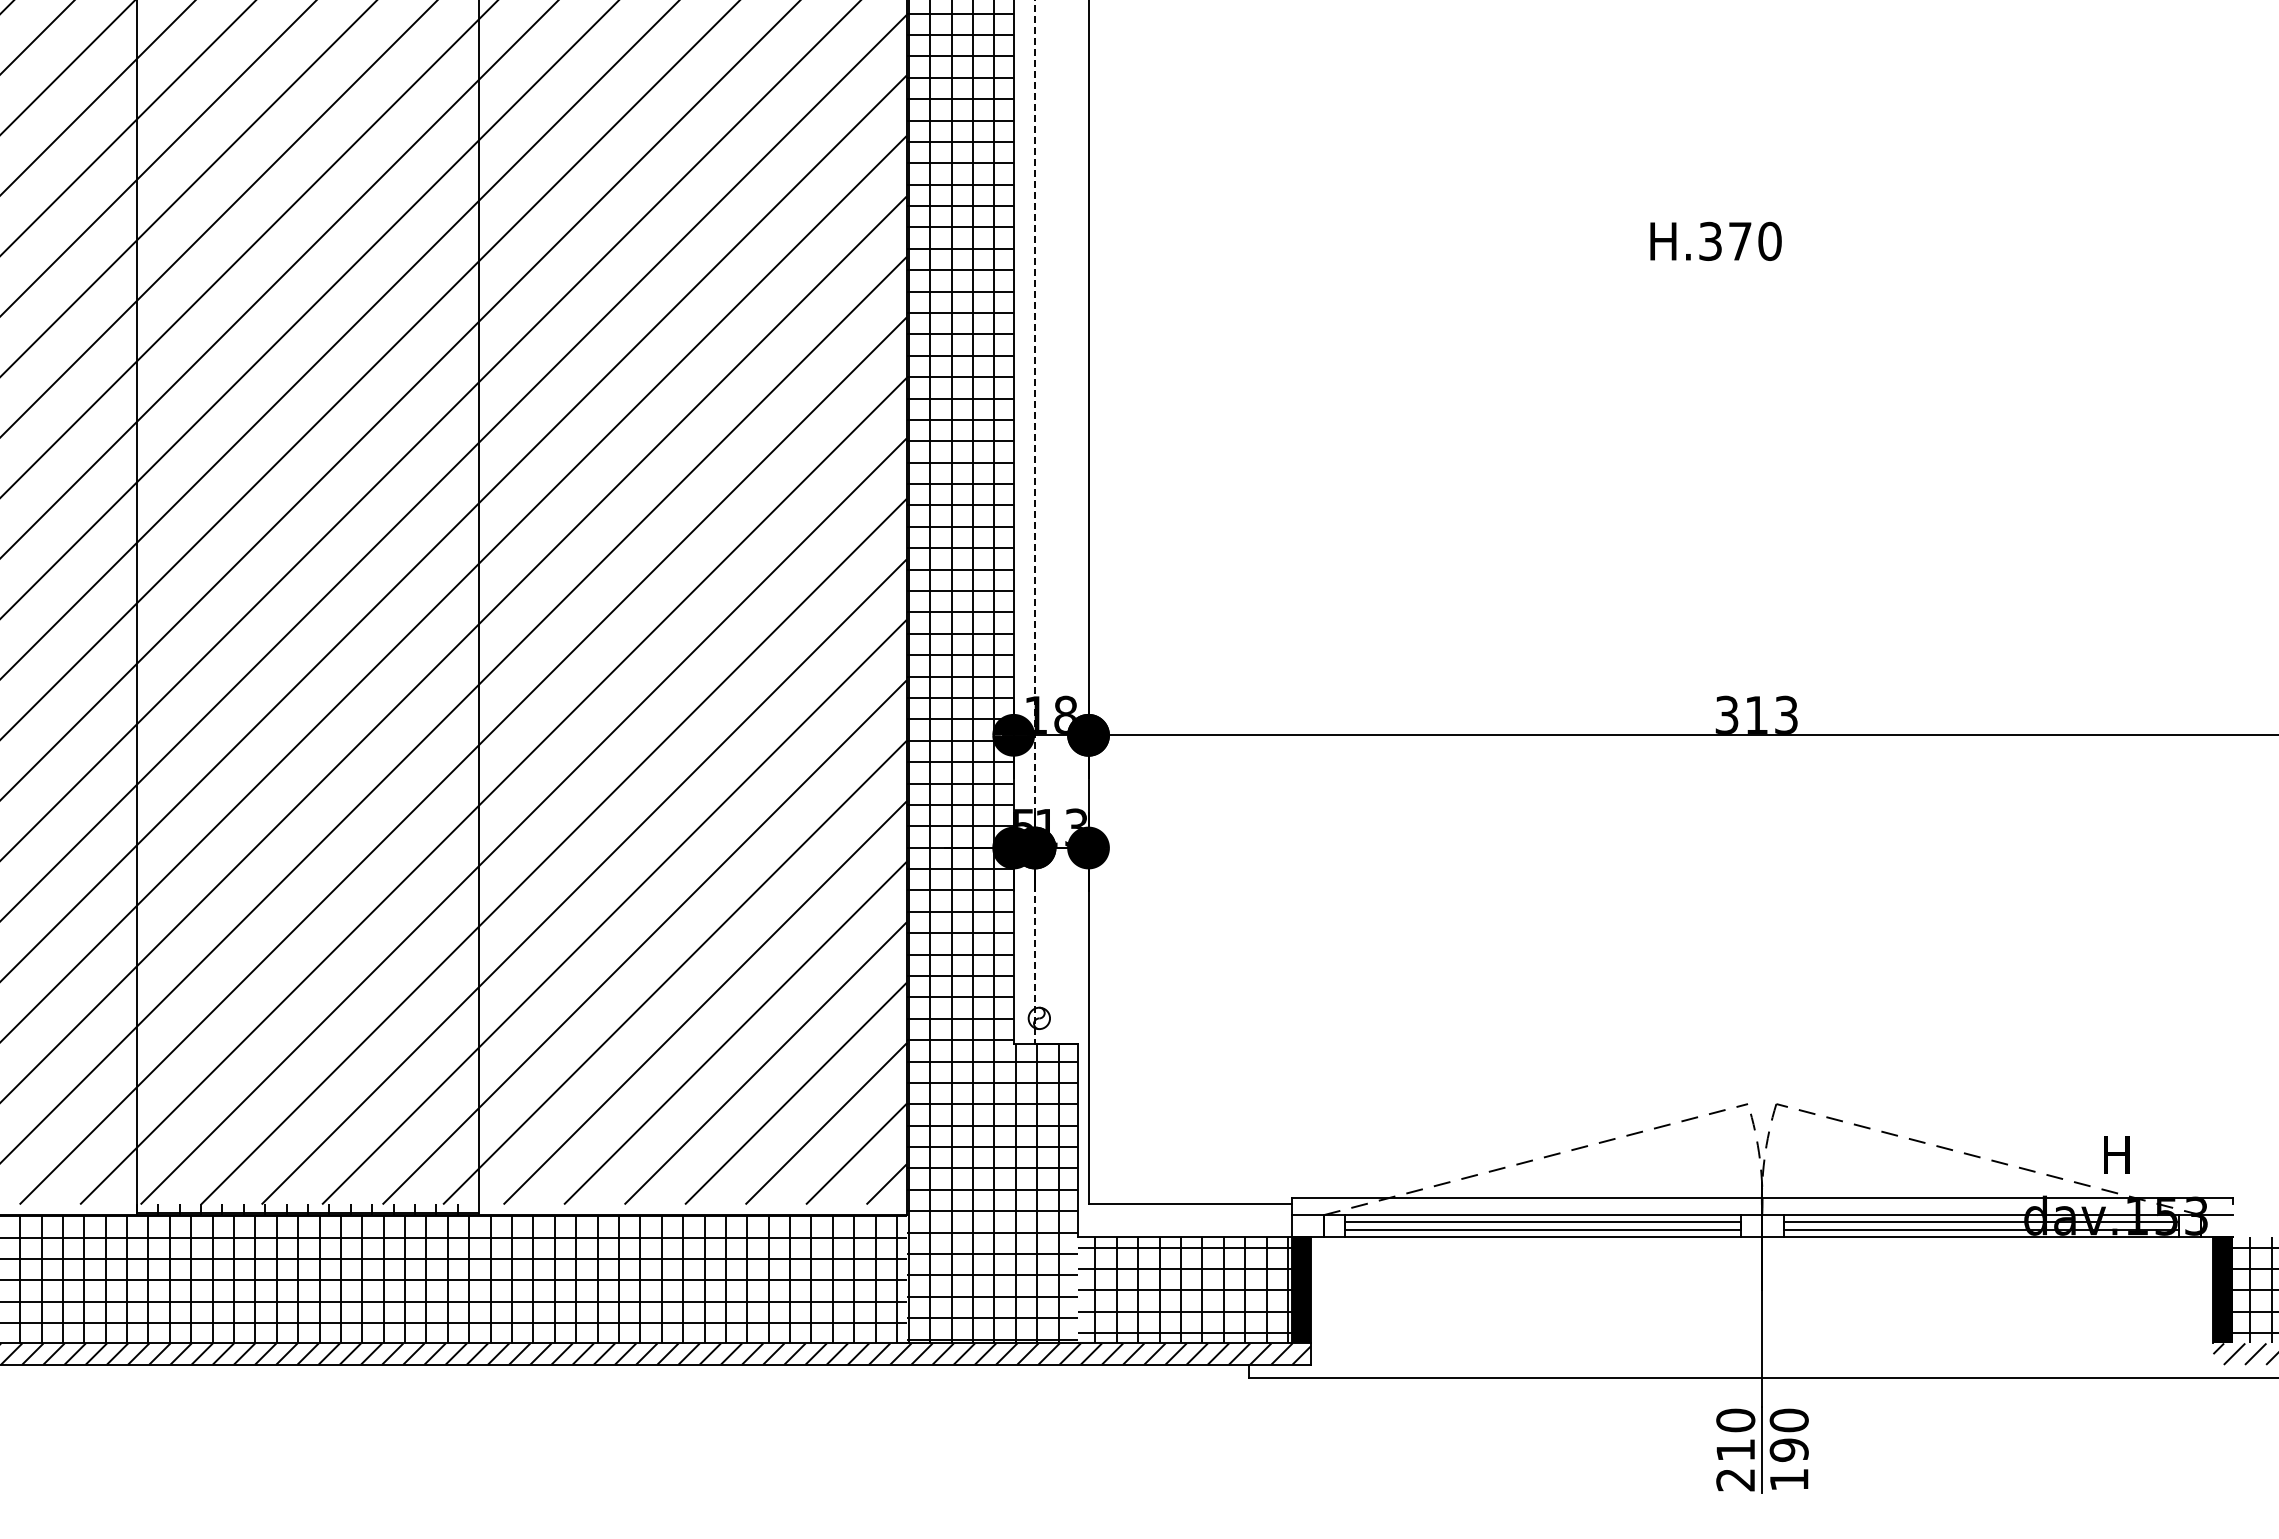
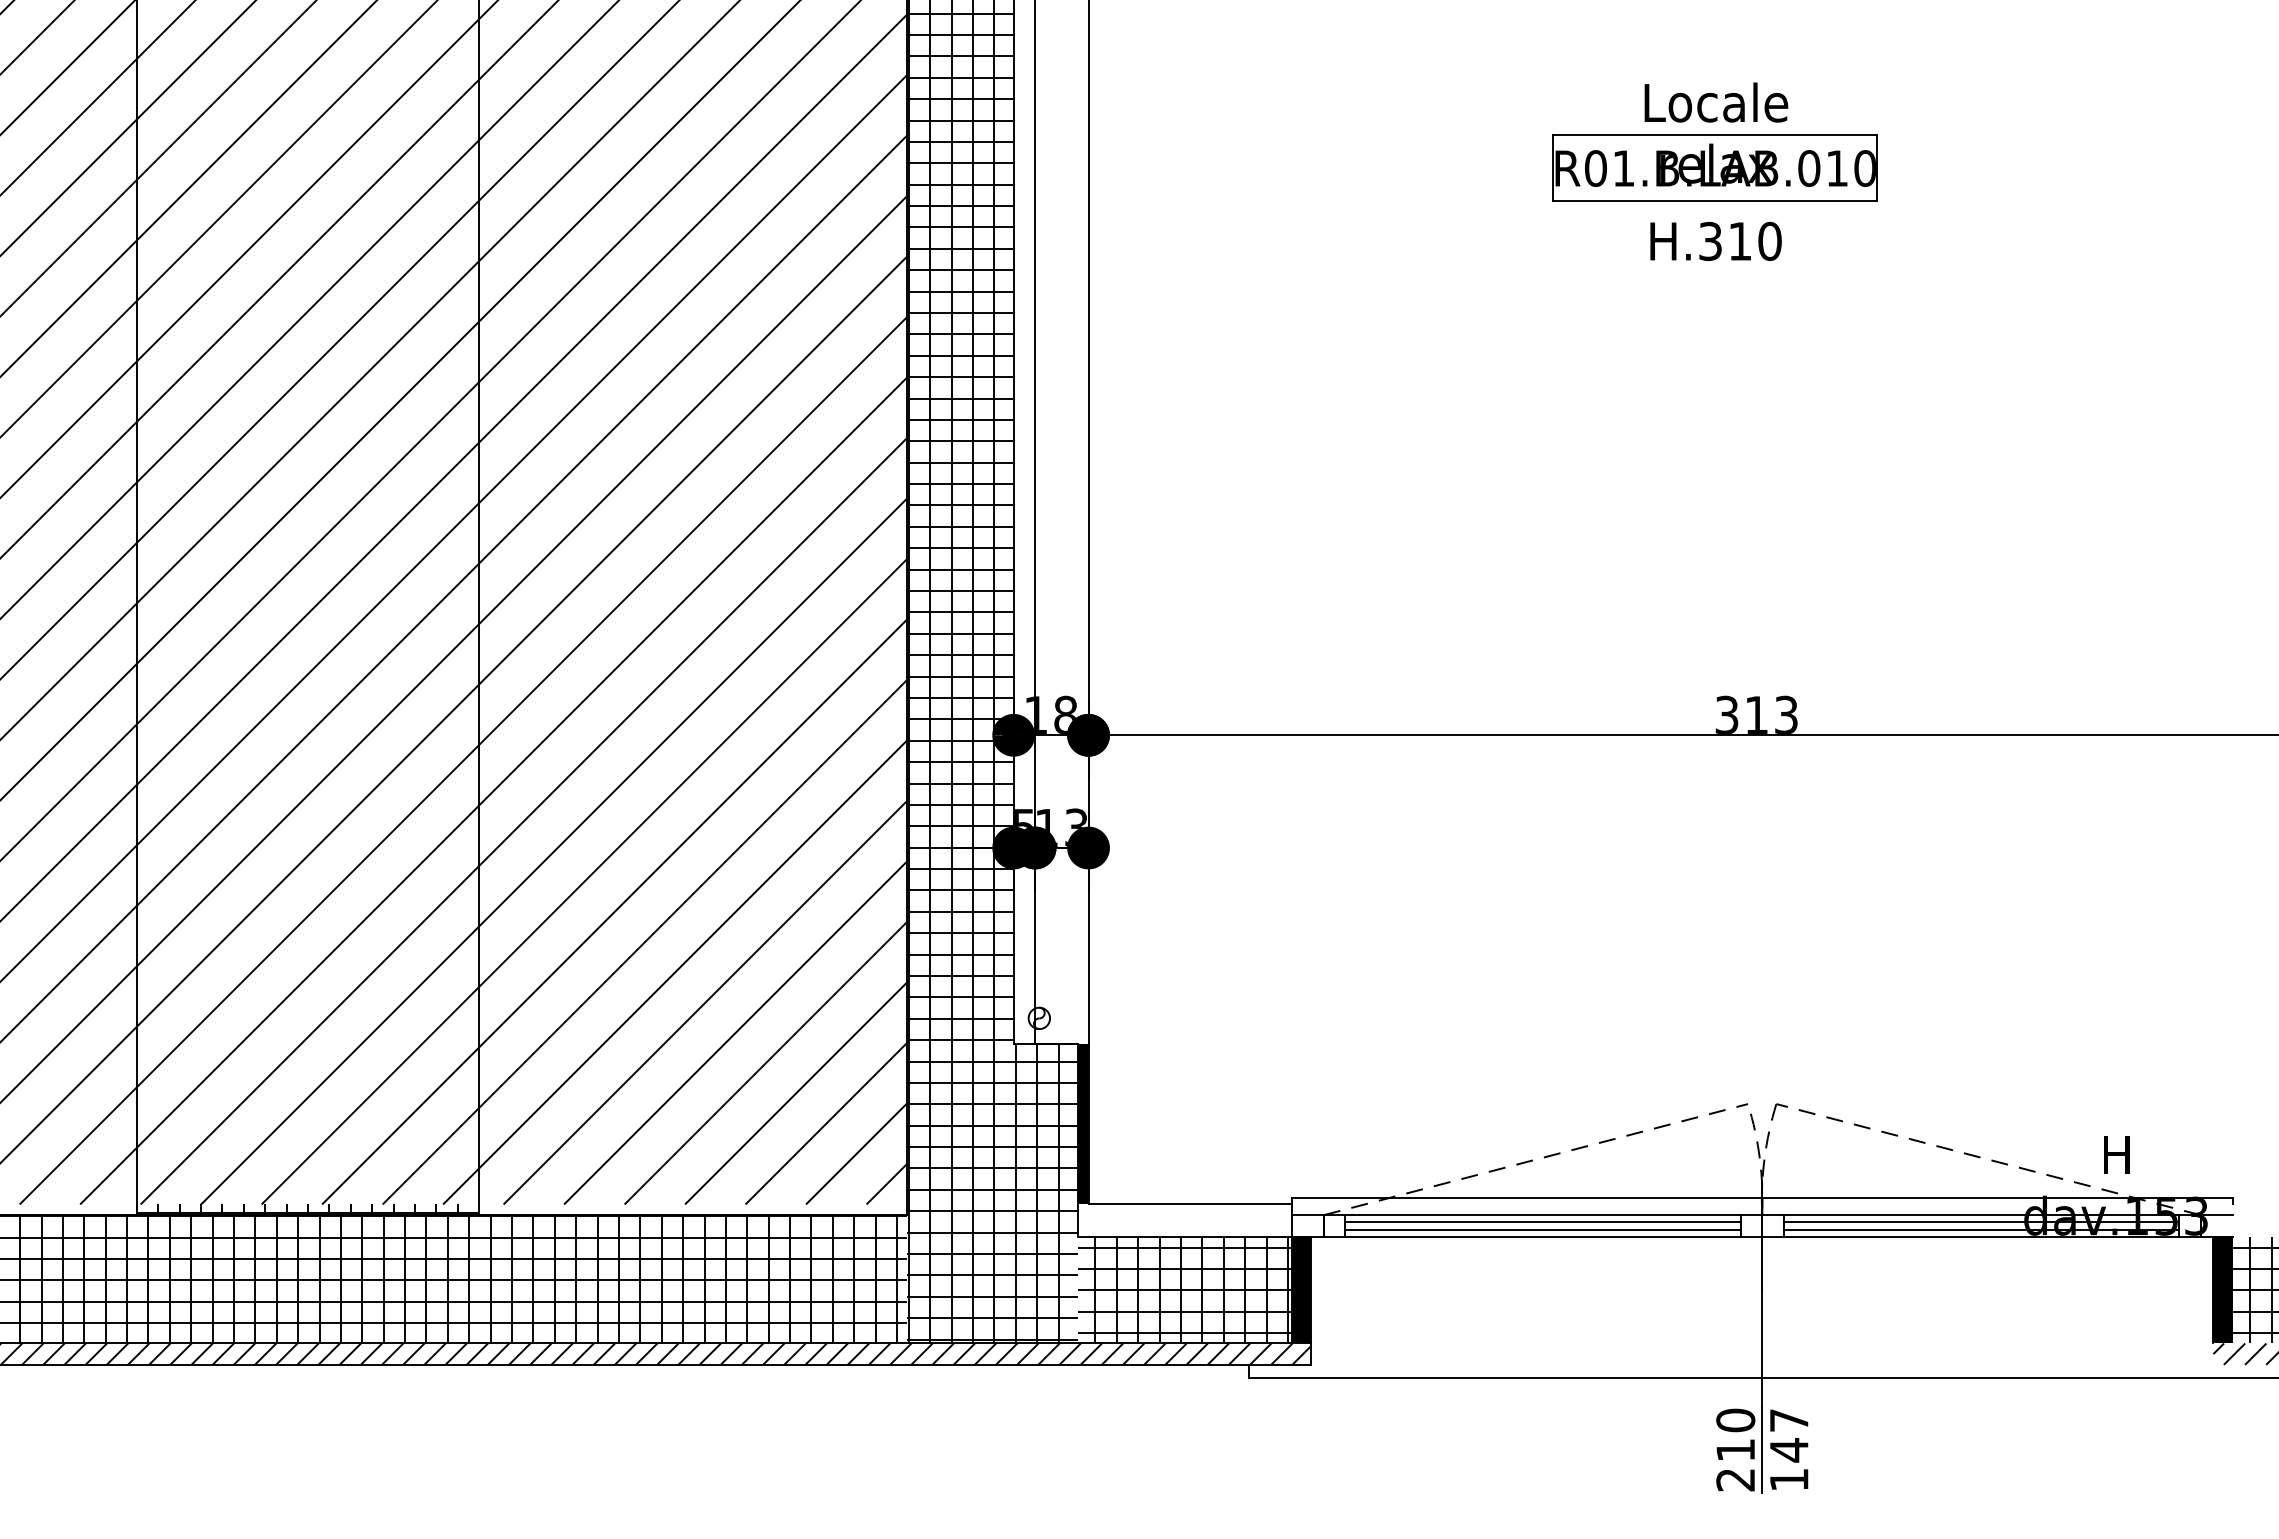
part at (1714, 141): none -> present
text at (1740, 241): H.370 -> H.310
line at (1035, 522): dashed -> solid
fill at (1082, 1124): none -> present
text at (1788, 1435): 190 -> 147
